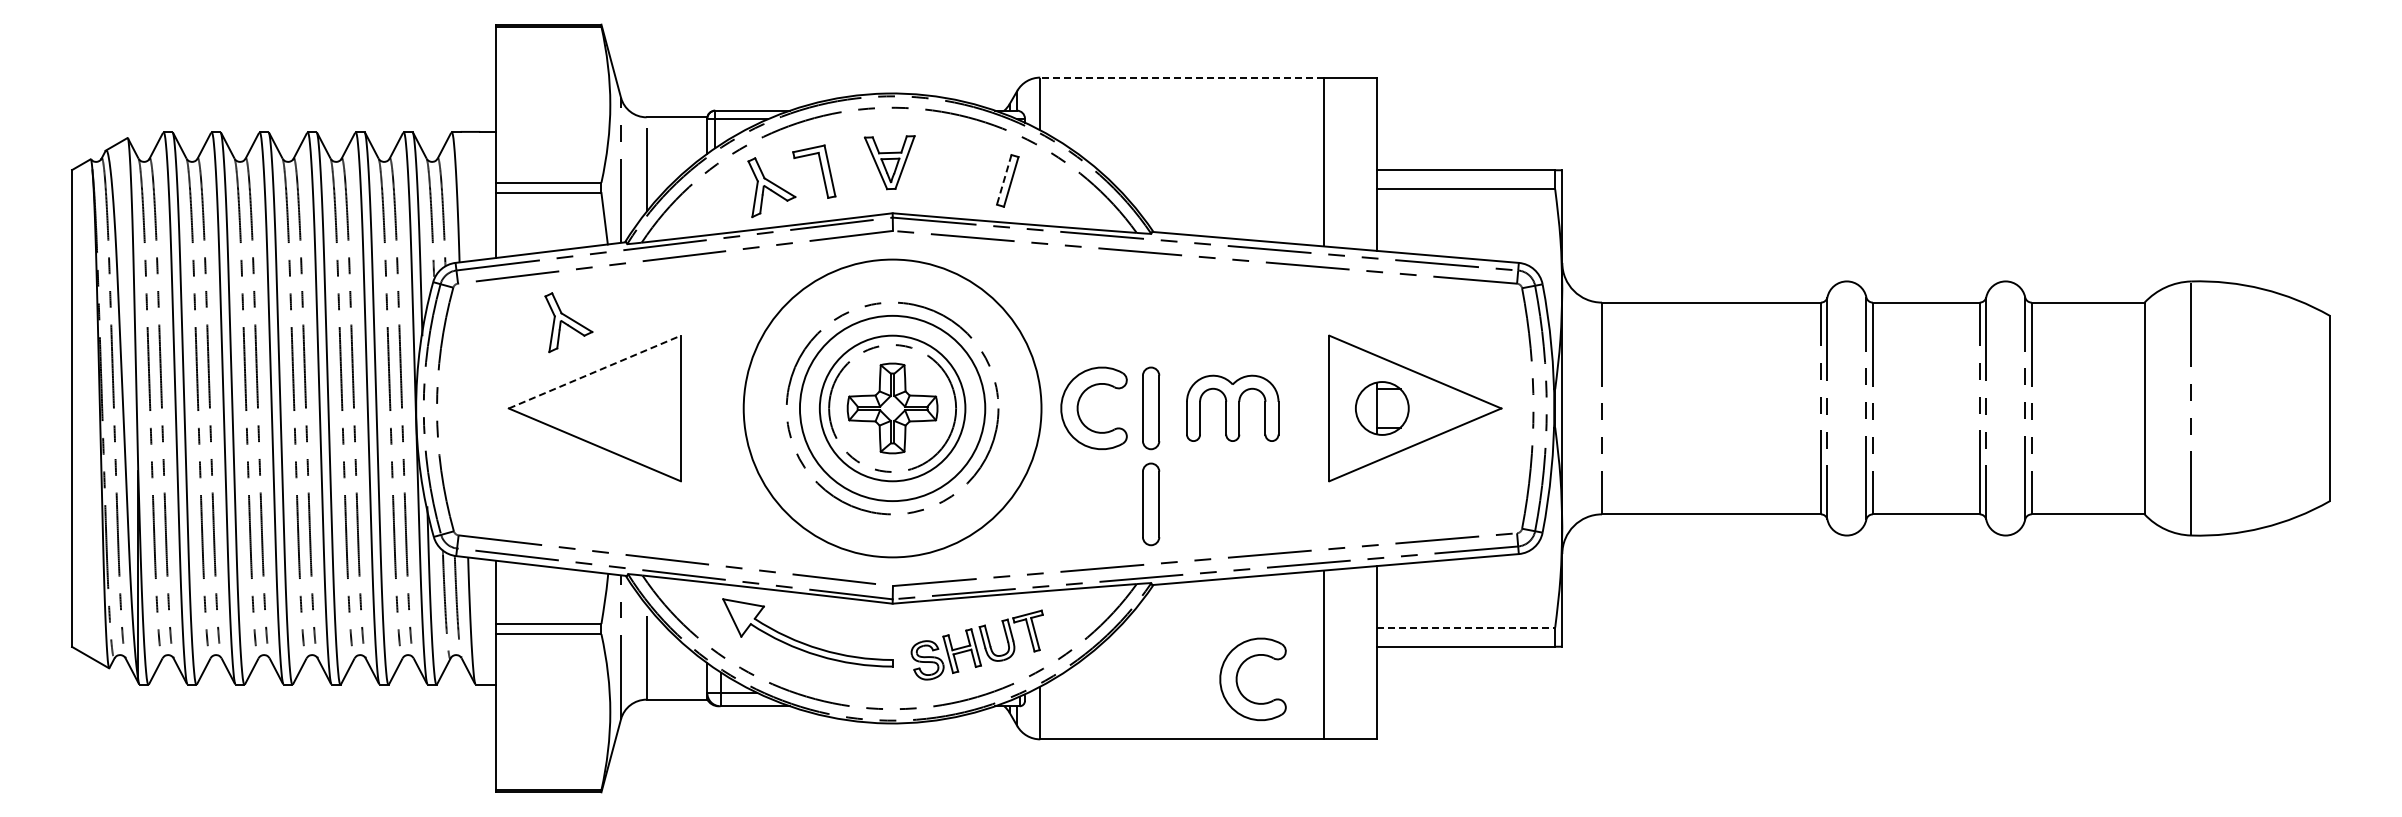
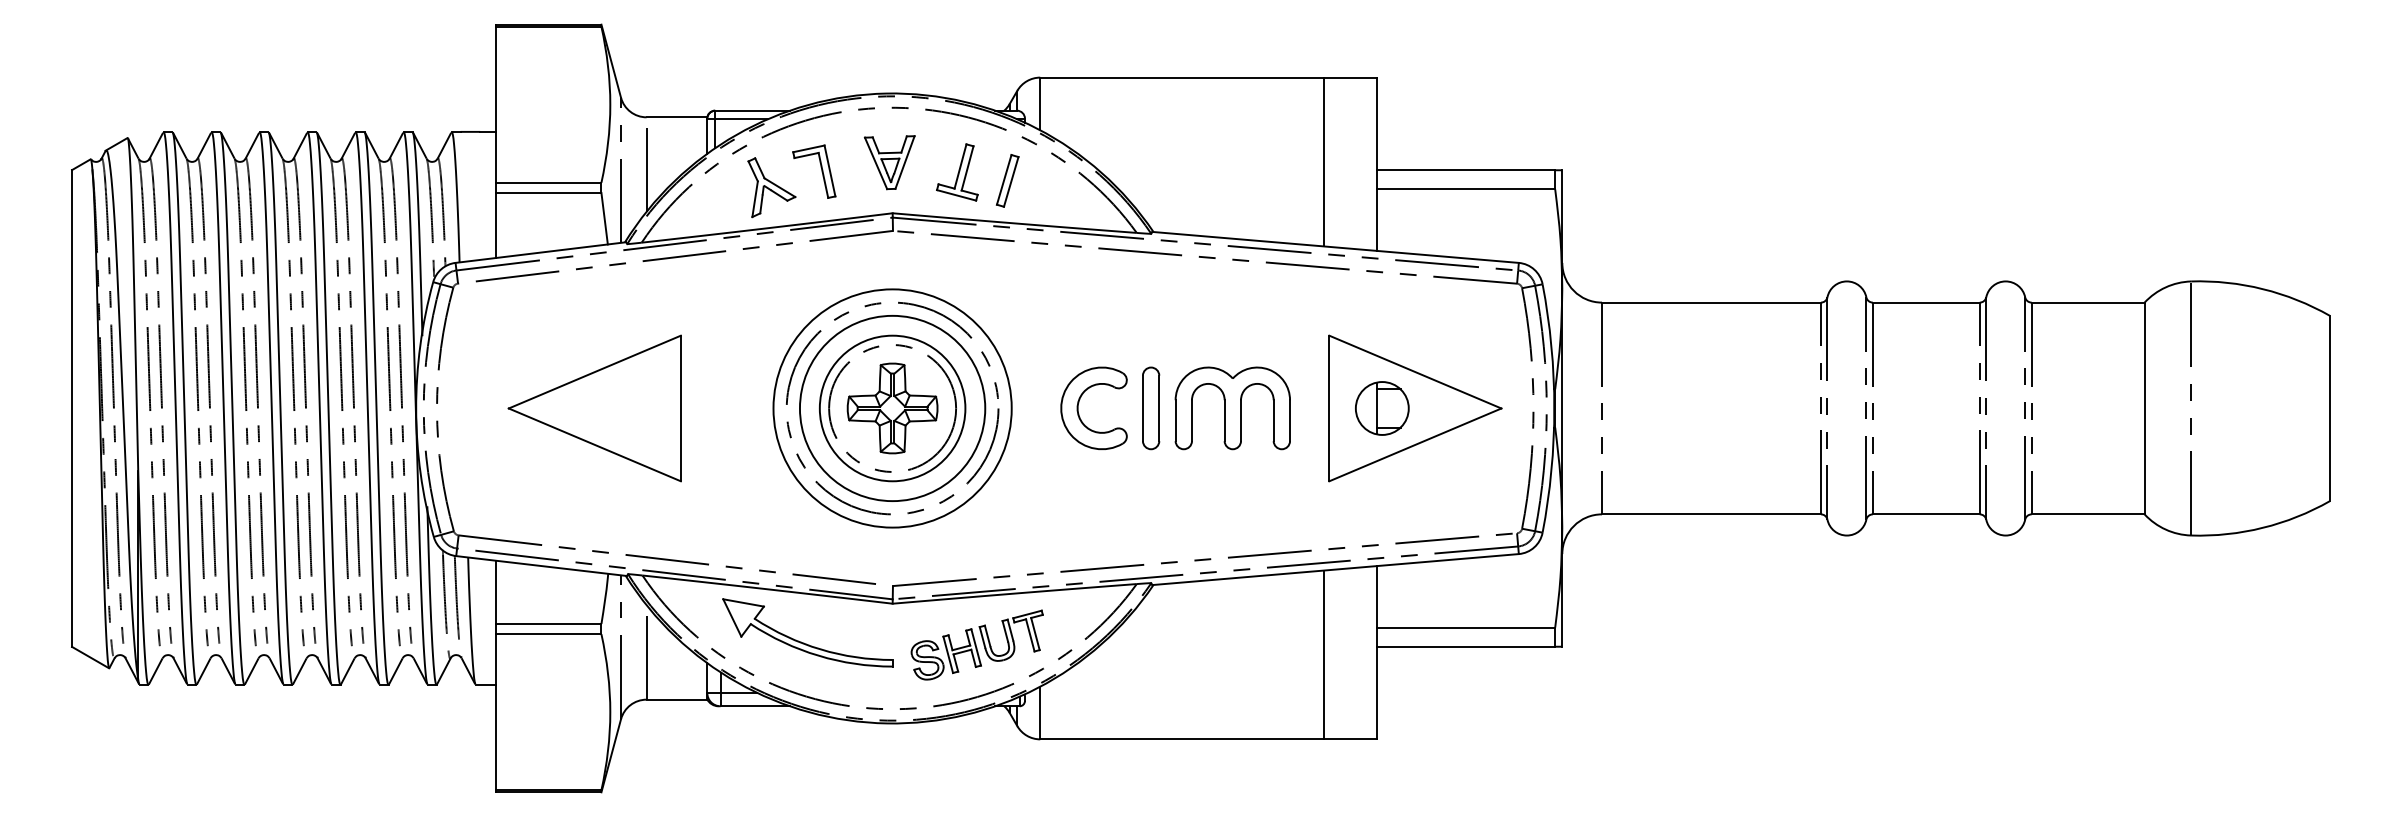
line at (1182, 77): dashed -> solid
part at (957, 172): none -> present
line at (1004, 179): dashed -> solid
part at (568, 322): present -> none
line at (595, 371): dashed -> solid
part at (1232, 407) size: 94x68 px -> 117x85 px
circle at (892, 408) diameter: 298 px -> 238 px
part at (1151, 504): present -> none
line at (1466, 627): dashed -> solid
part at (1238, 684): present -> none
